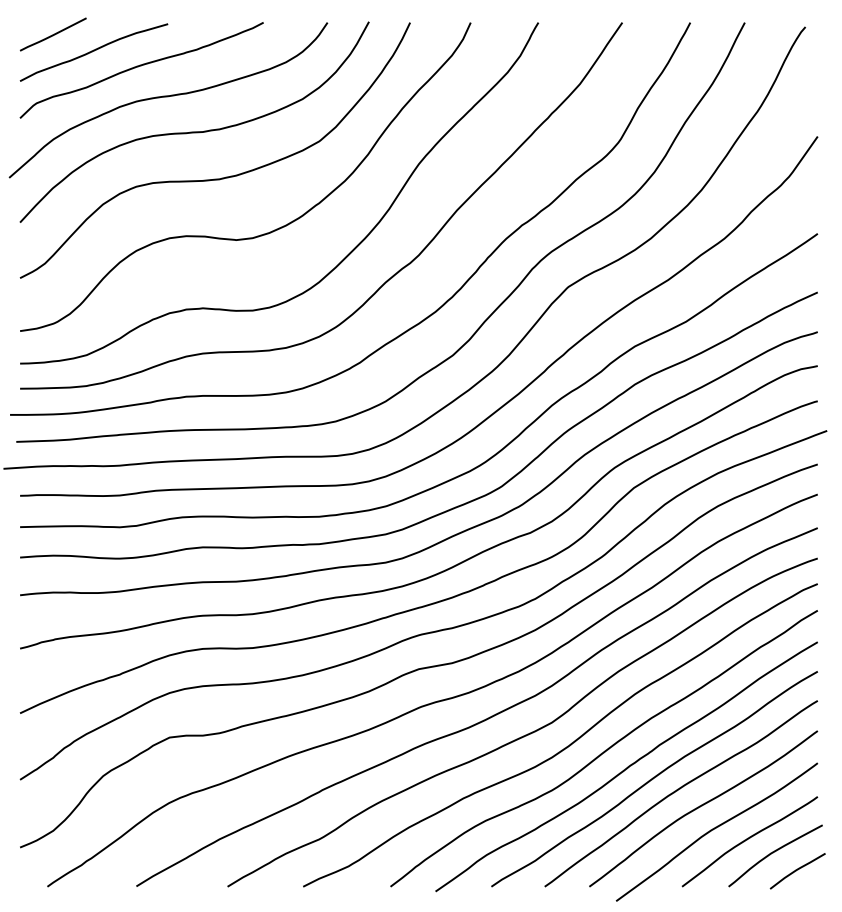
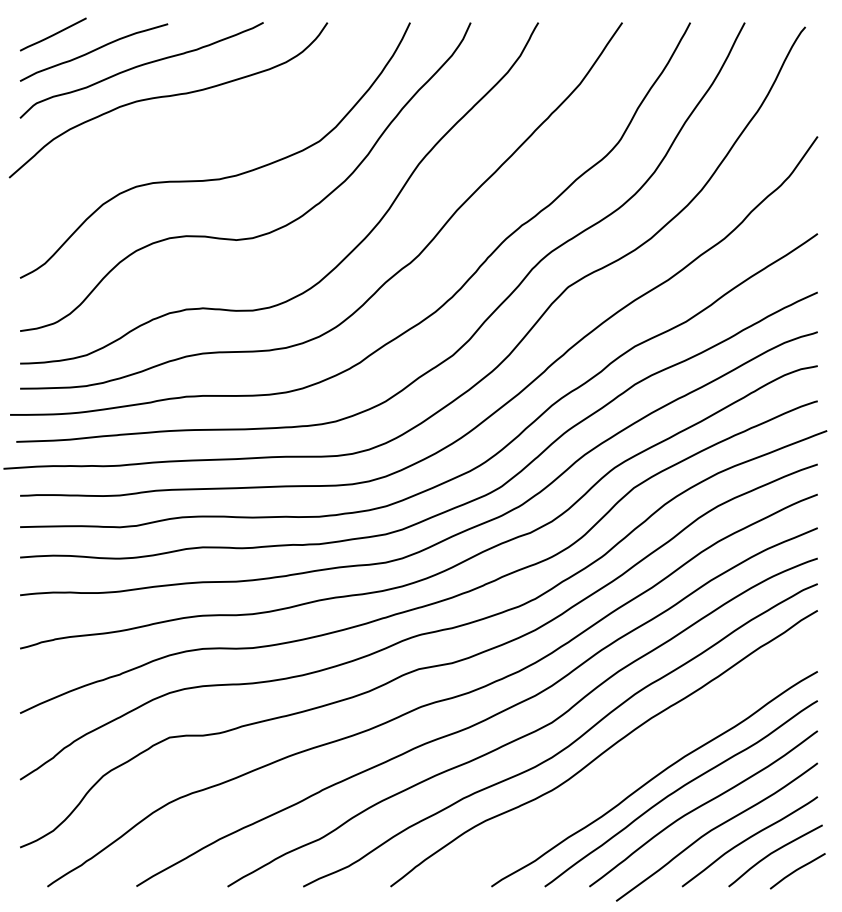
curve at (194, 131): present -> none
curve at (627, 766): present -> none
